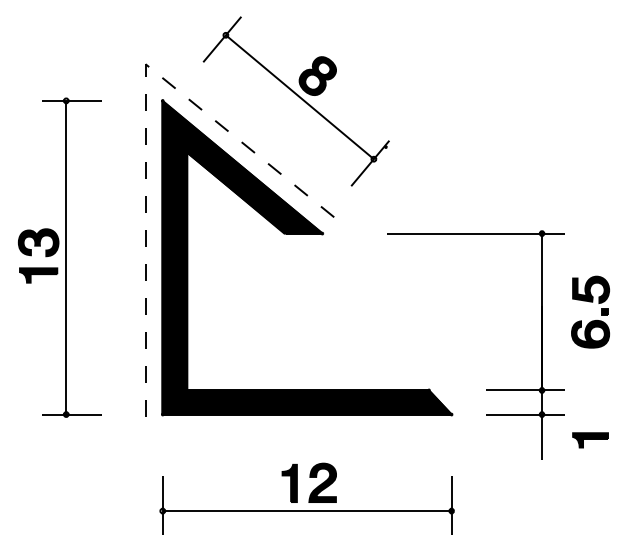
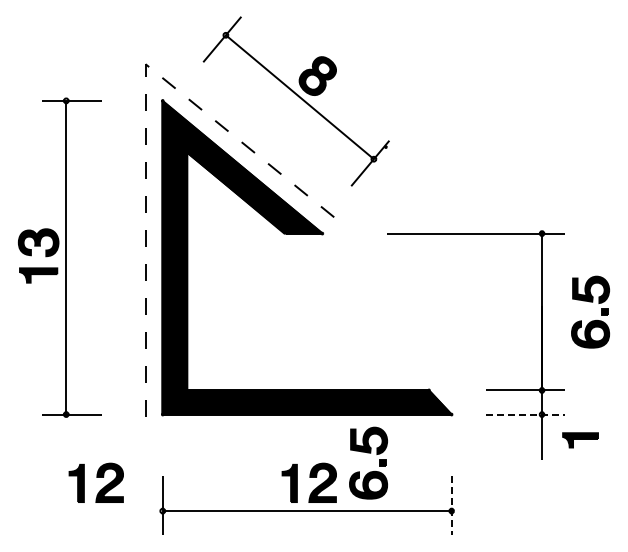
line at (526, 414): solid -> dashed
part at (590, 440) position: (590, 440) -> (580, 440)
part at (368, 453): none -> present
part at (95, 482): none -> present
line at (451, 505): solid -> dashed
